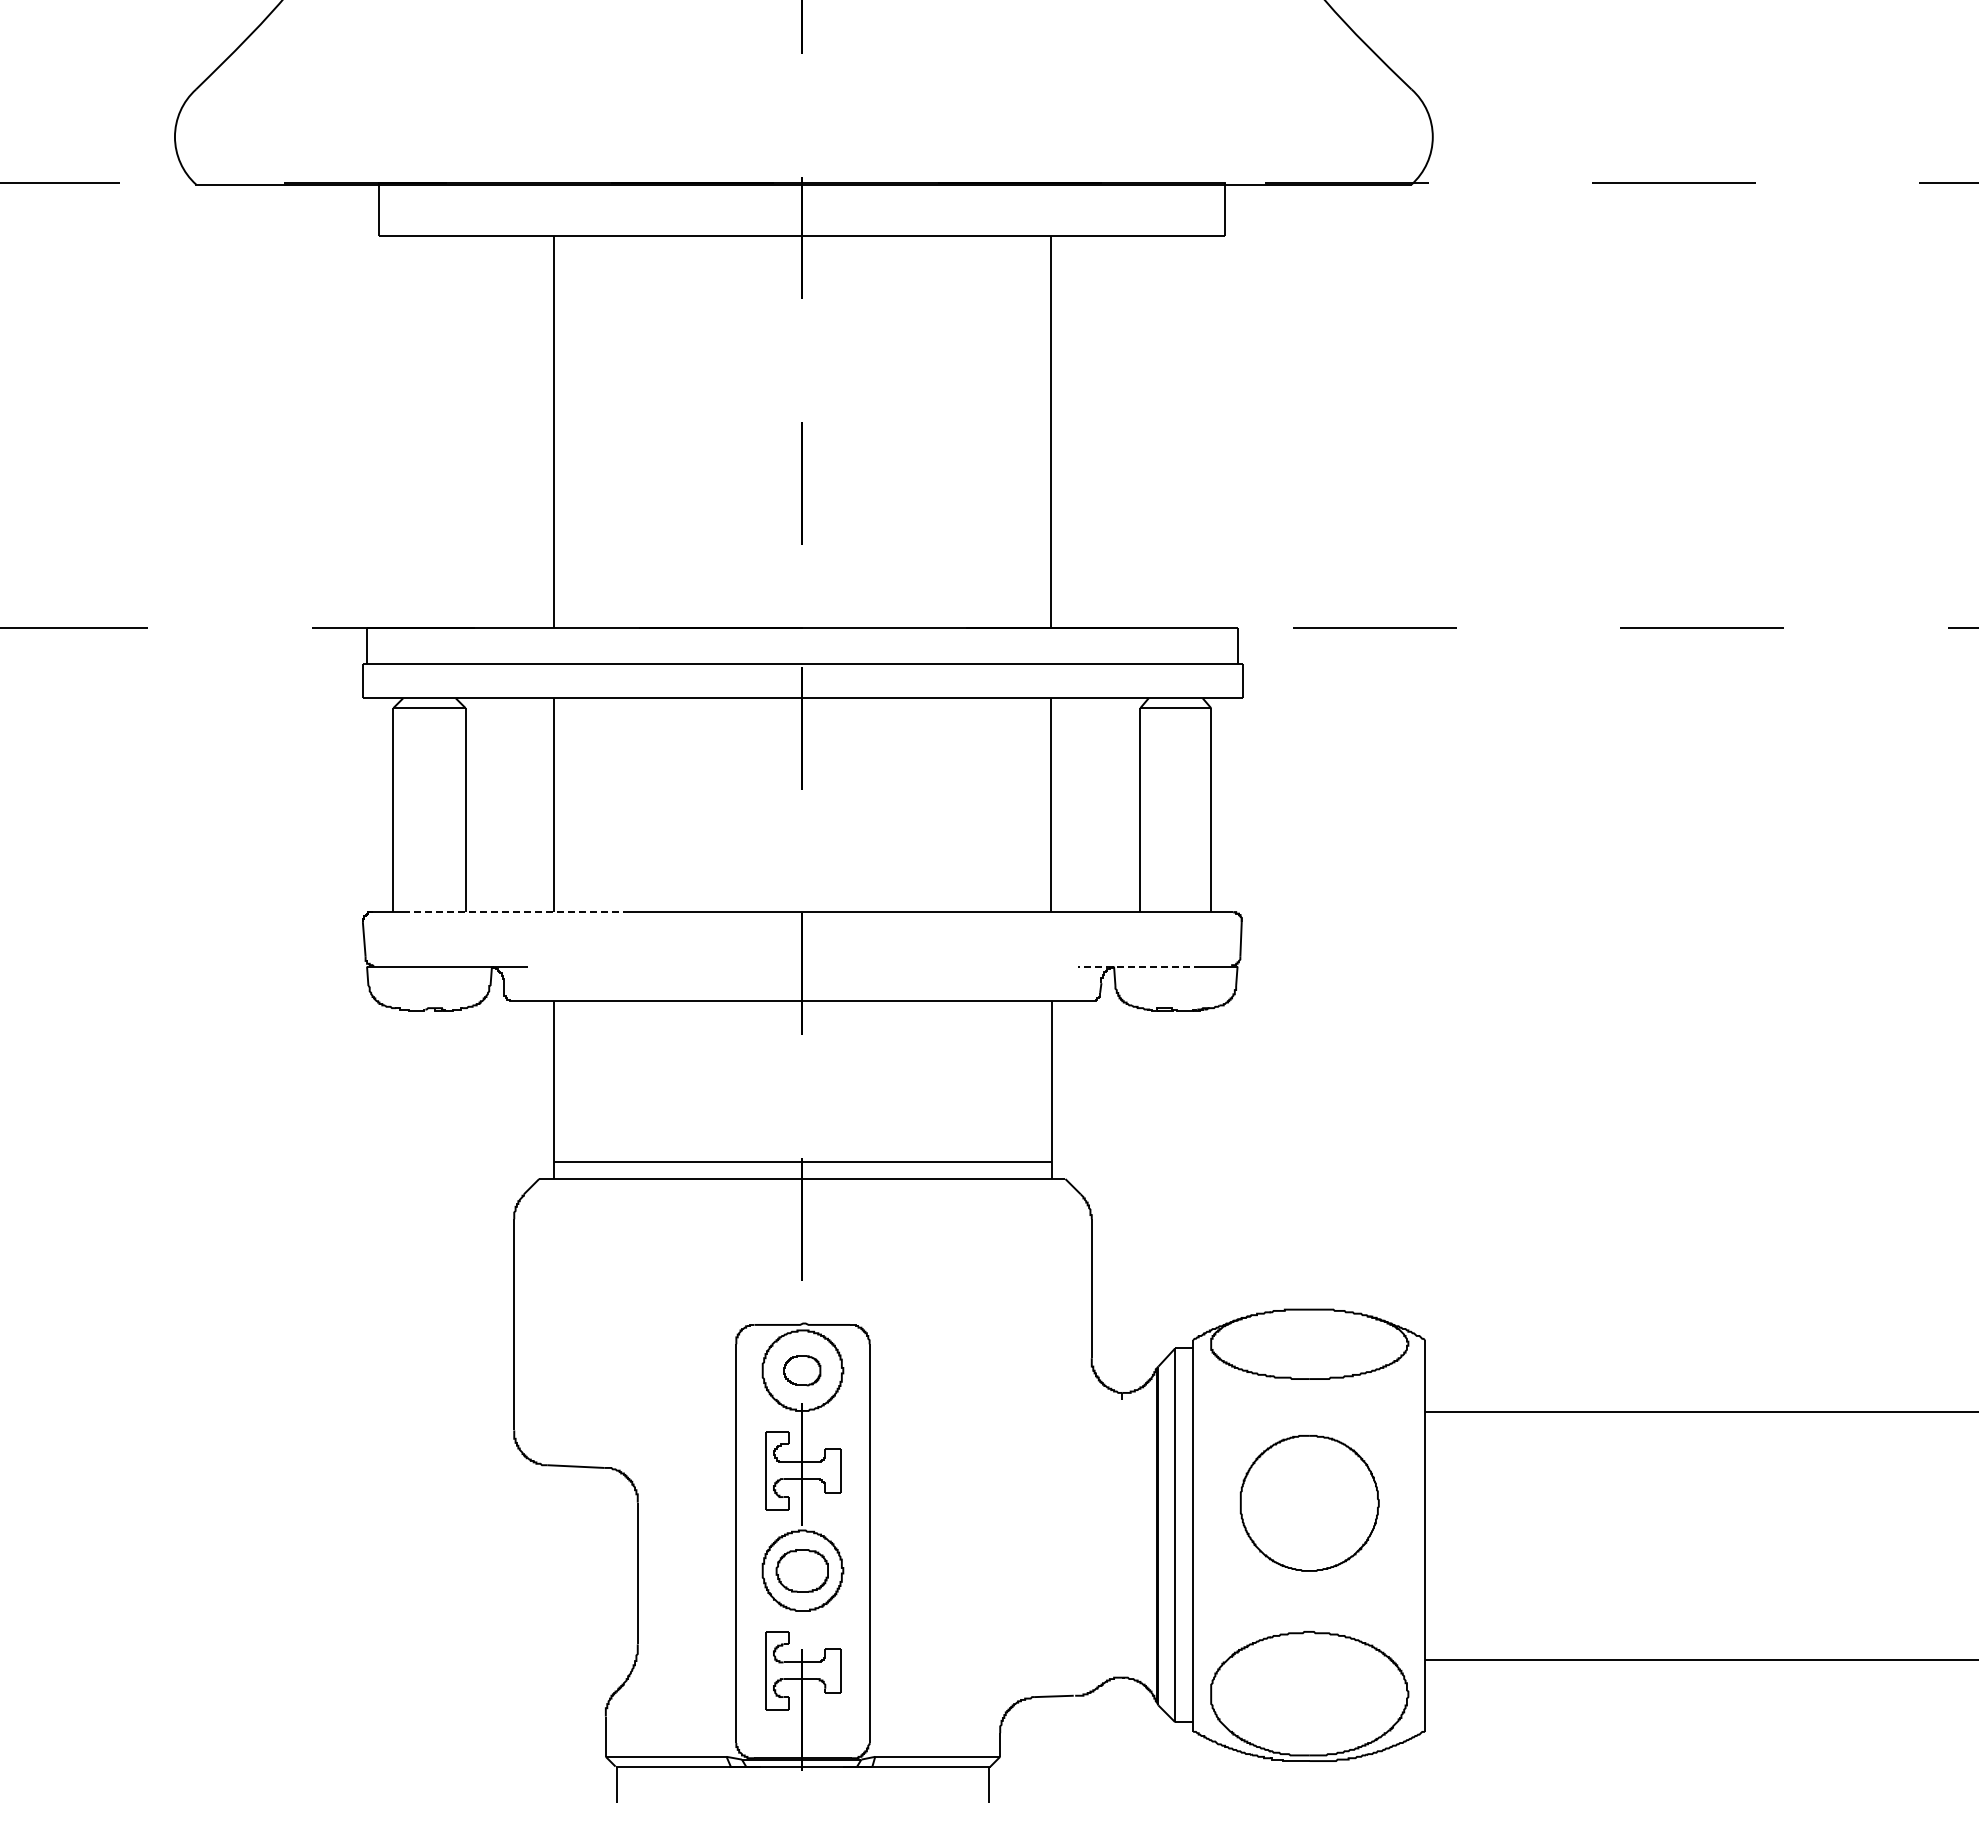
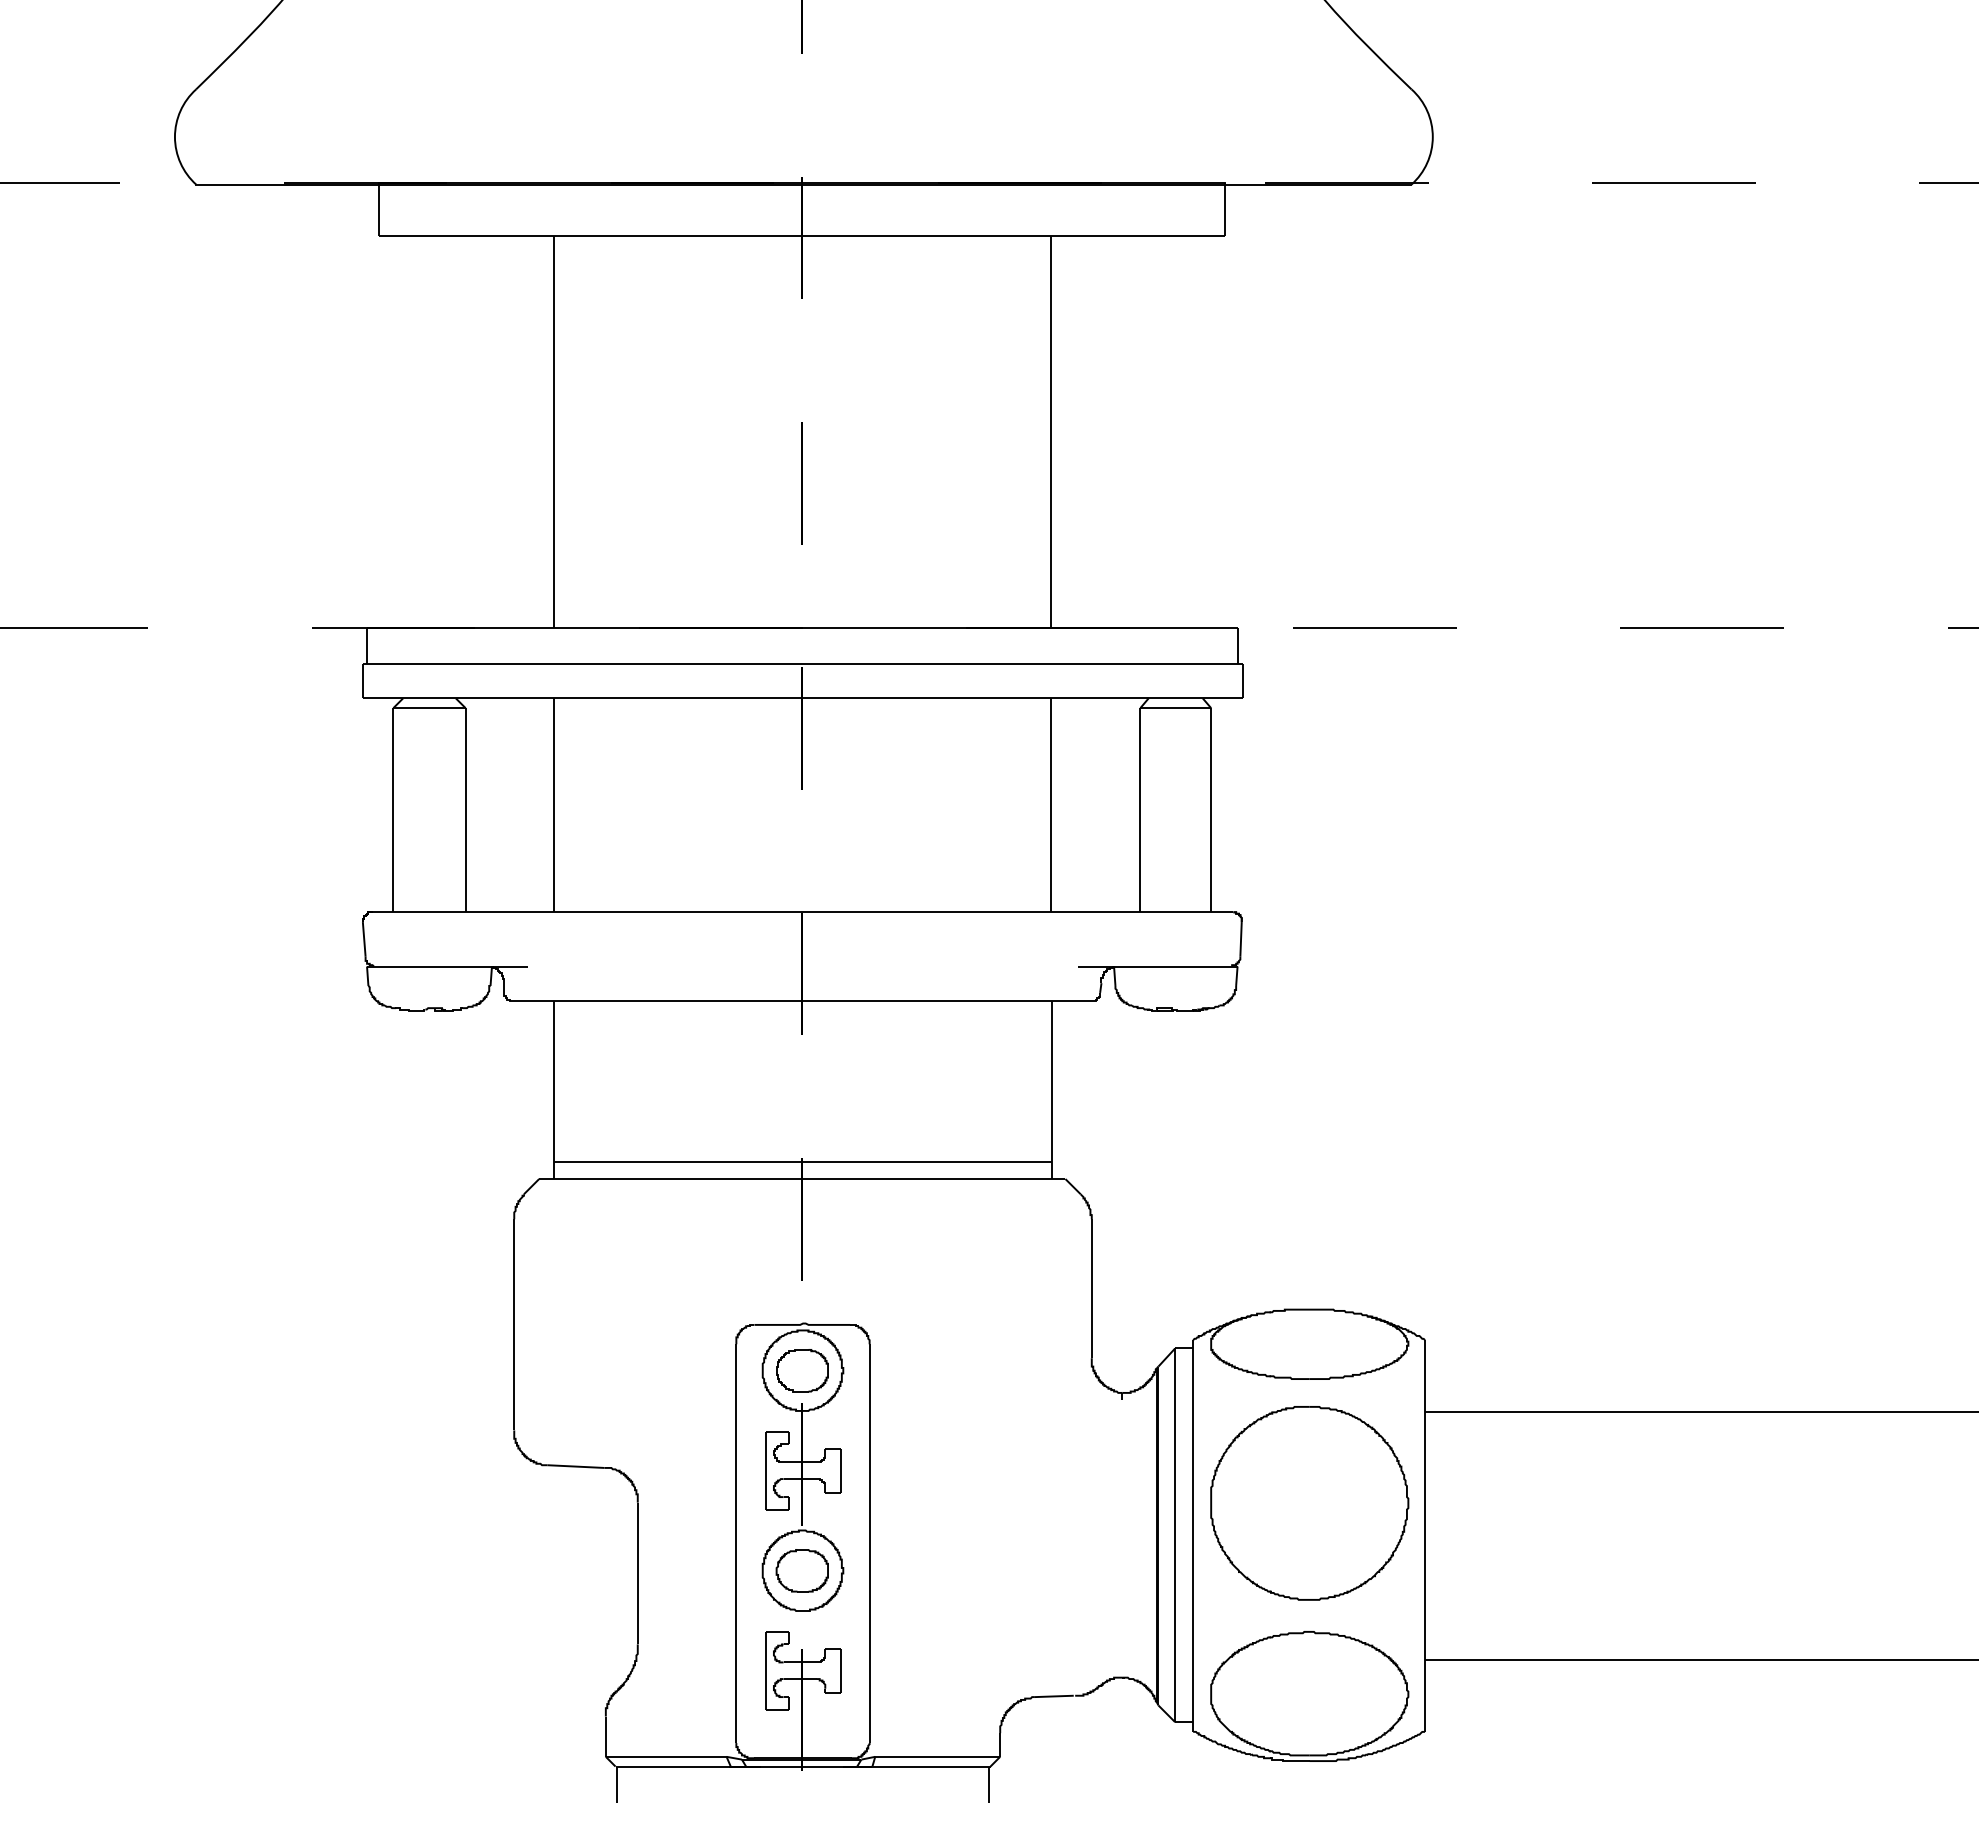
line at (514, 912): dashed -> solid
line at (1139, 966): dashed -> solid
part at (802, 1370) size: 39x32 px -> 53x44 px
part at (1309, 1503) size: 141x137 px -> 200x195 px
